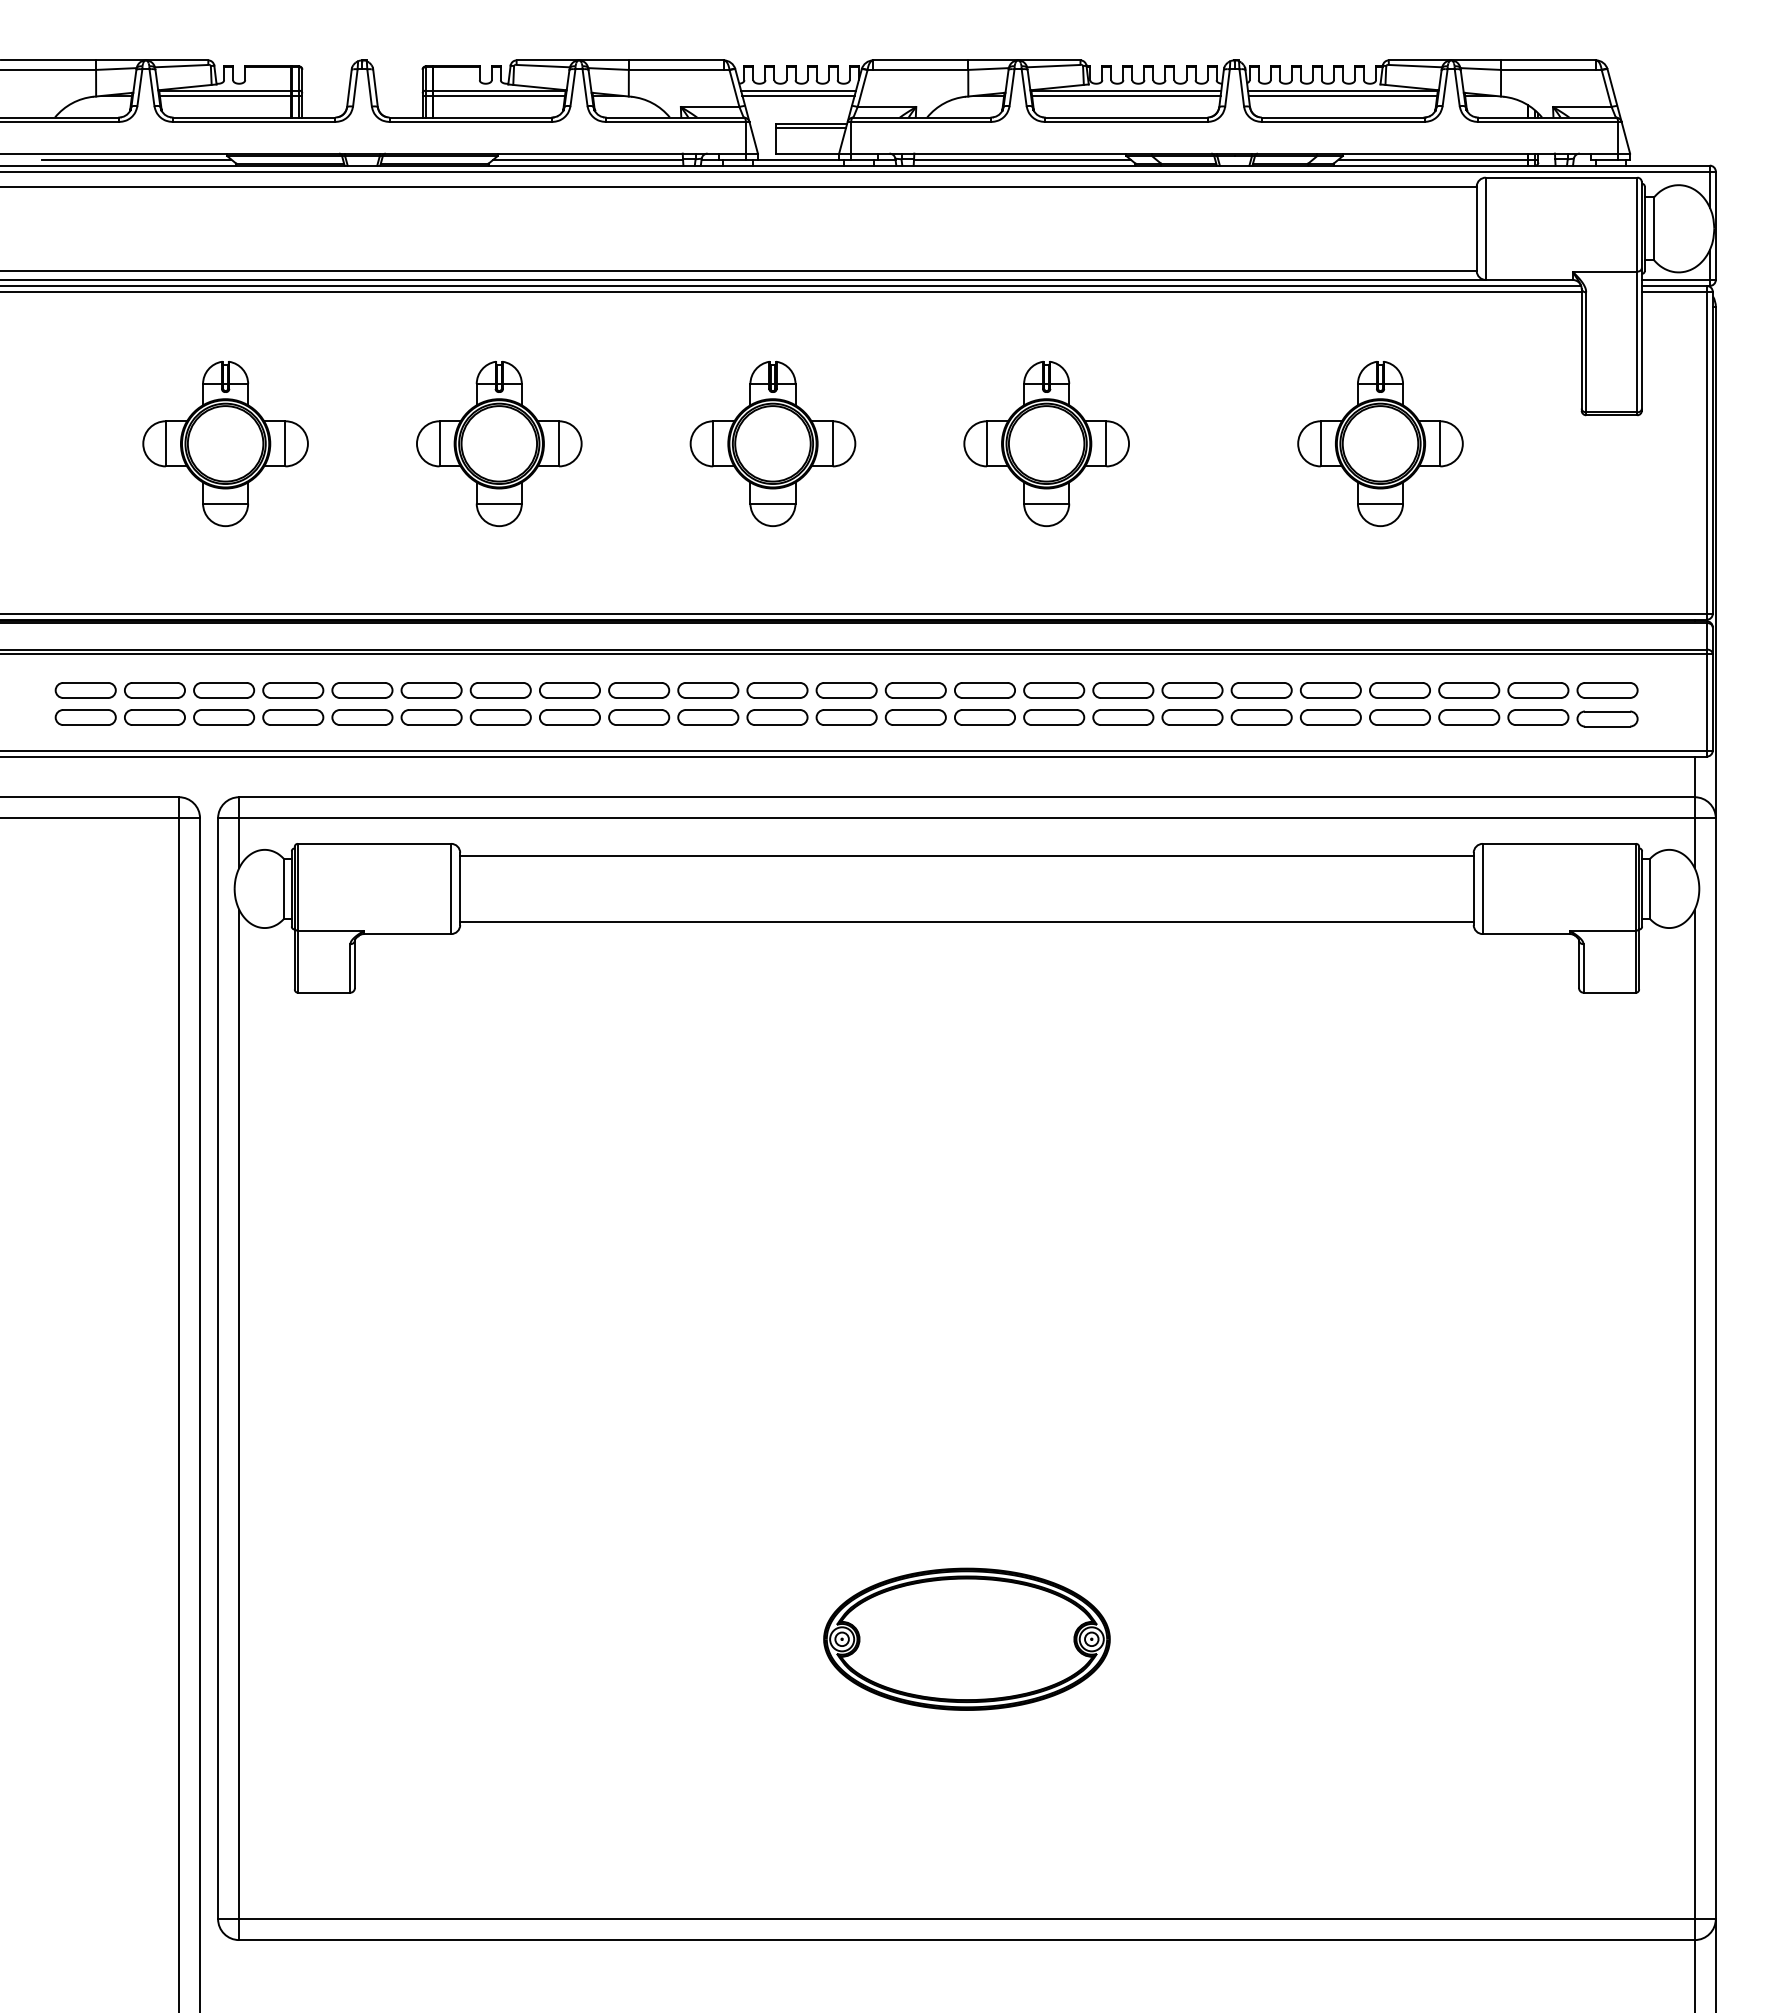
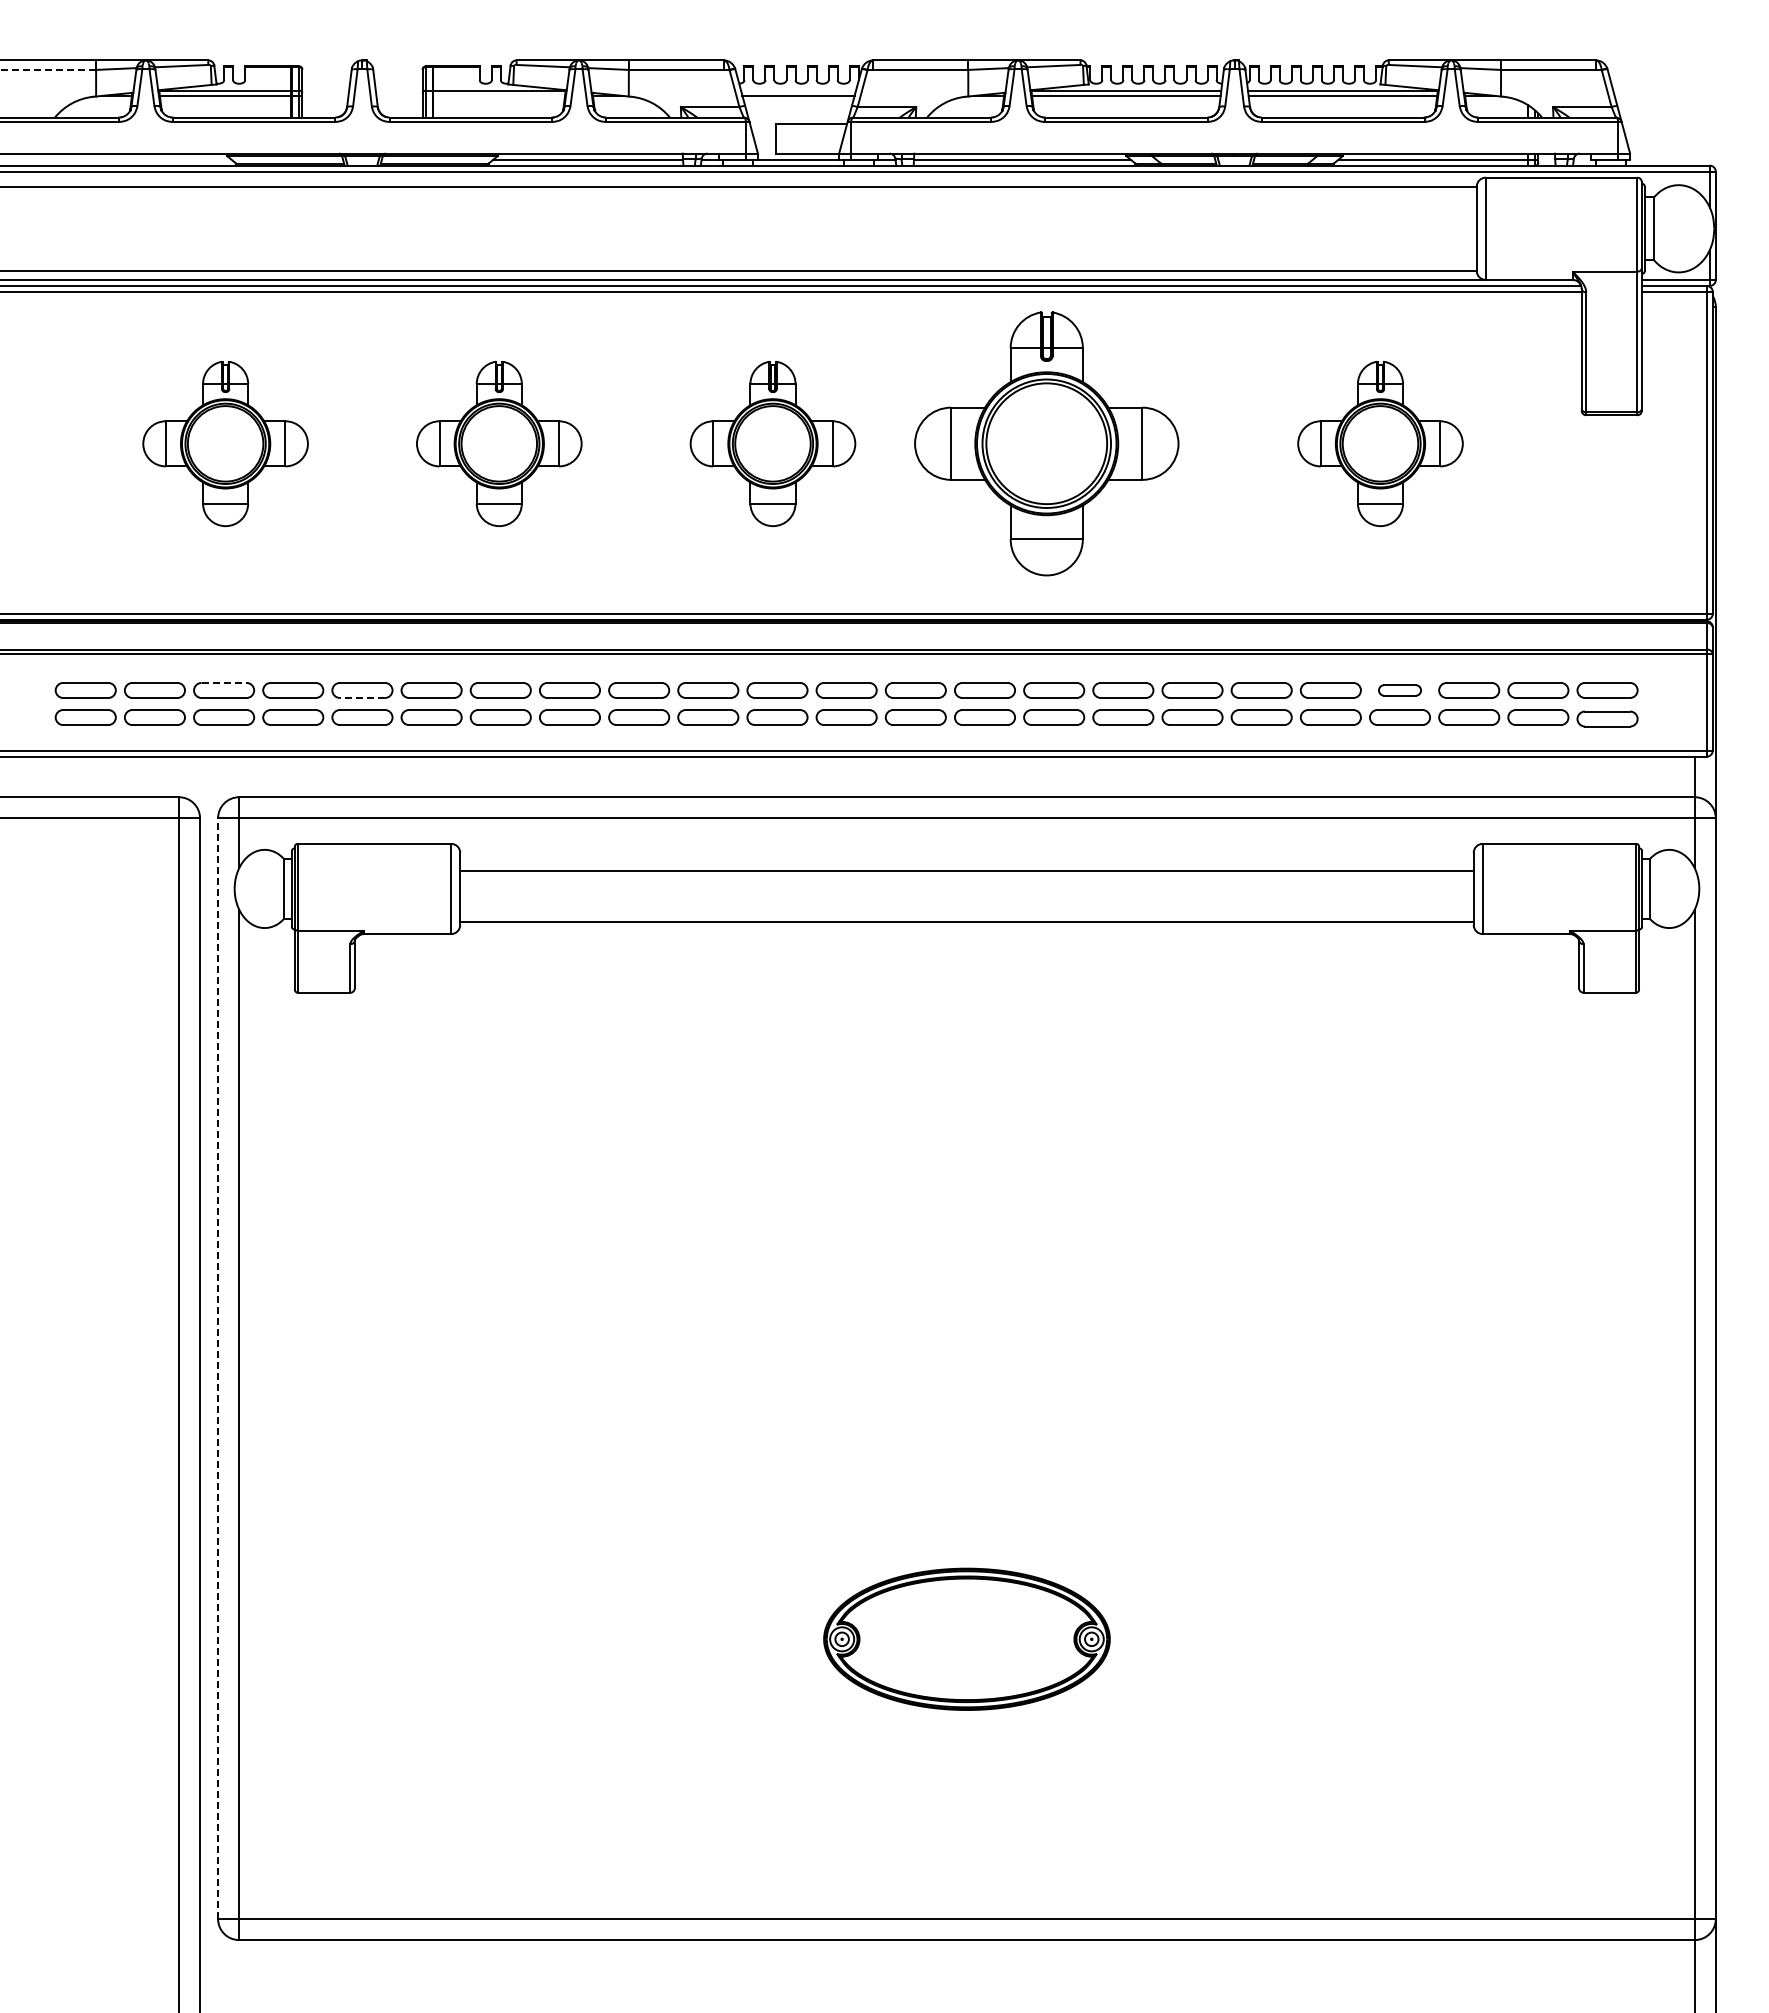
line at (48, 69): solid -> dashed
line at (798, 90): present -> none
line at (493, 95): present -> none
line at (810, 128): present -> none
line at (136, 159): present -> none
part at (1046, 443) size: 167x166 px -> 266x266 px
line at (224, 682): solid -> dashed
part at (1399, 690) size: 62x17 px -> 44x13 px
line at (362, 697): solid -> dashed
line at (966, 855) position: (966, 855) -> (966, 870)
line at (218, 1368): solid -> dashed
